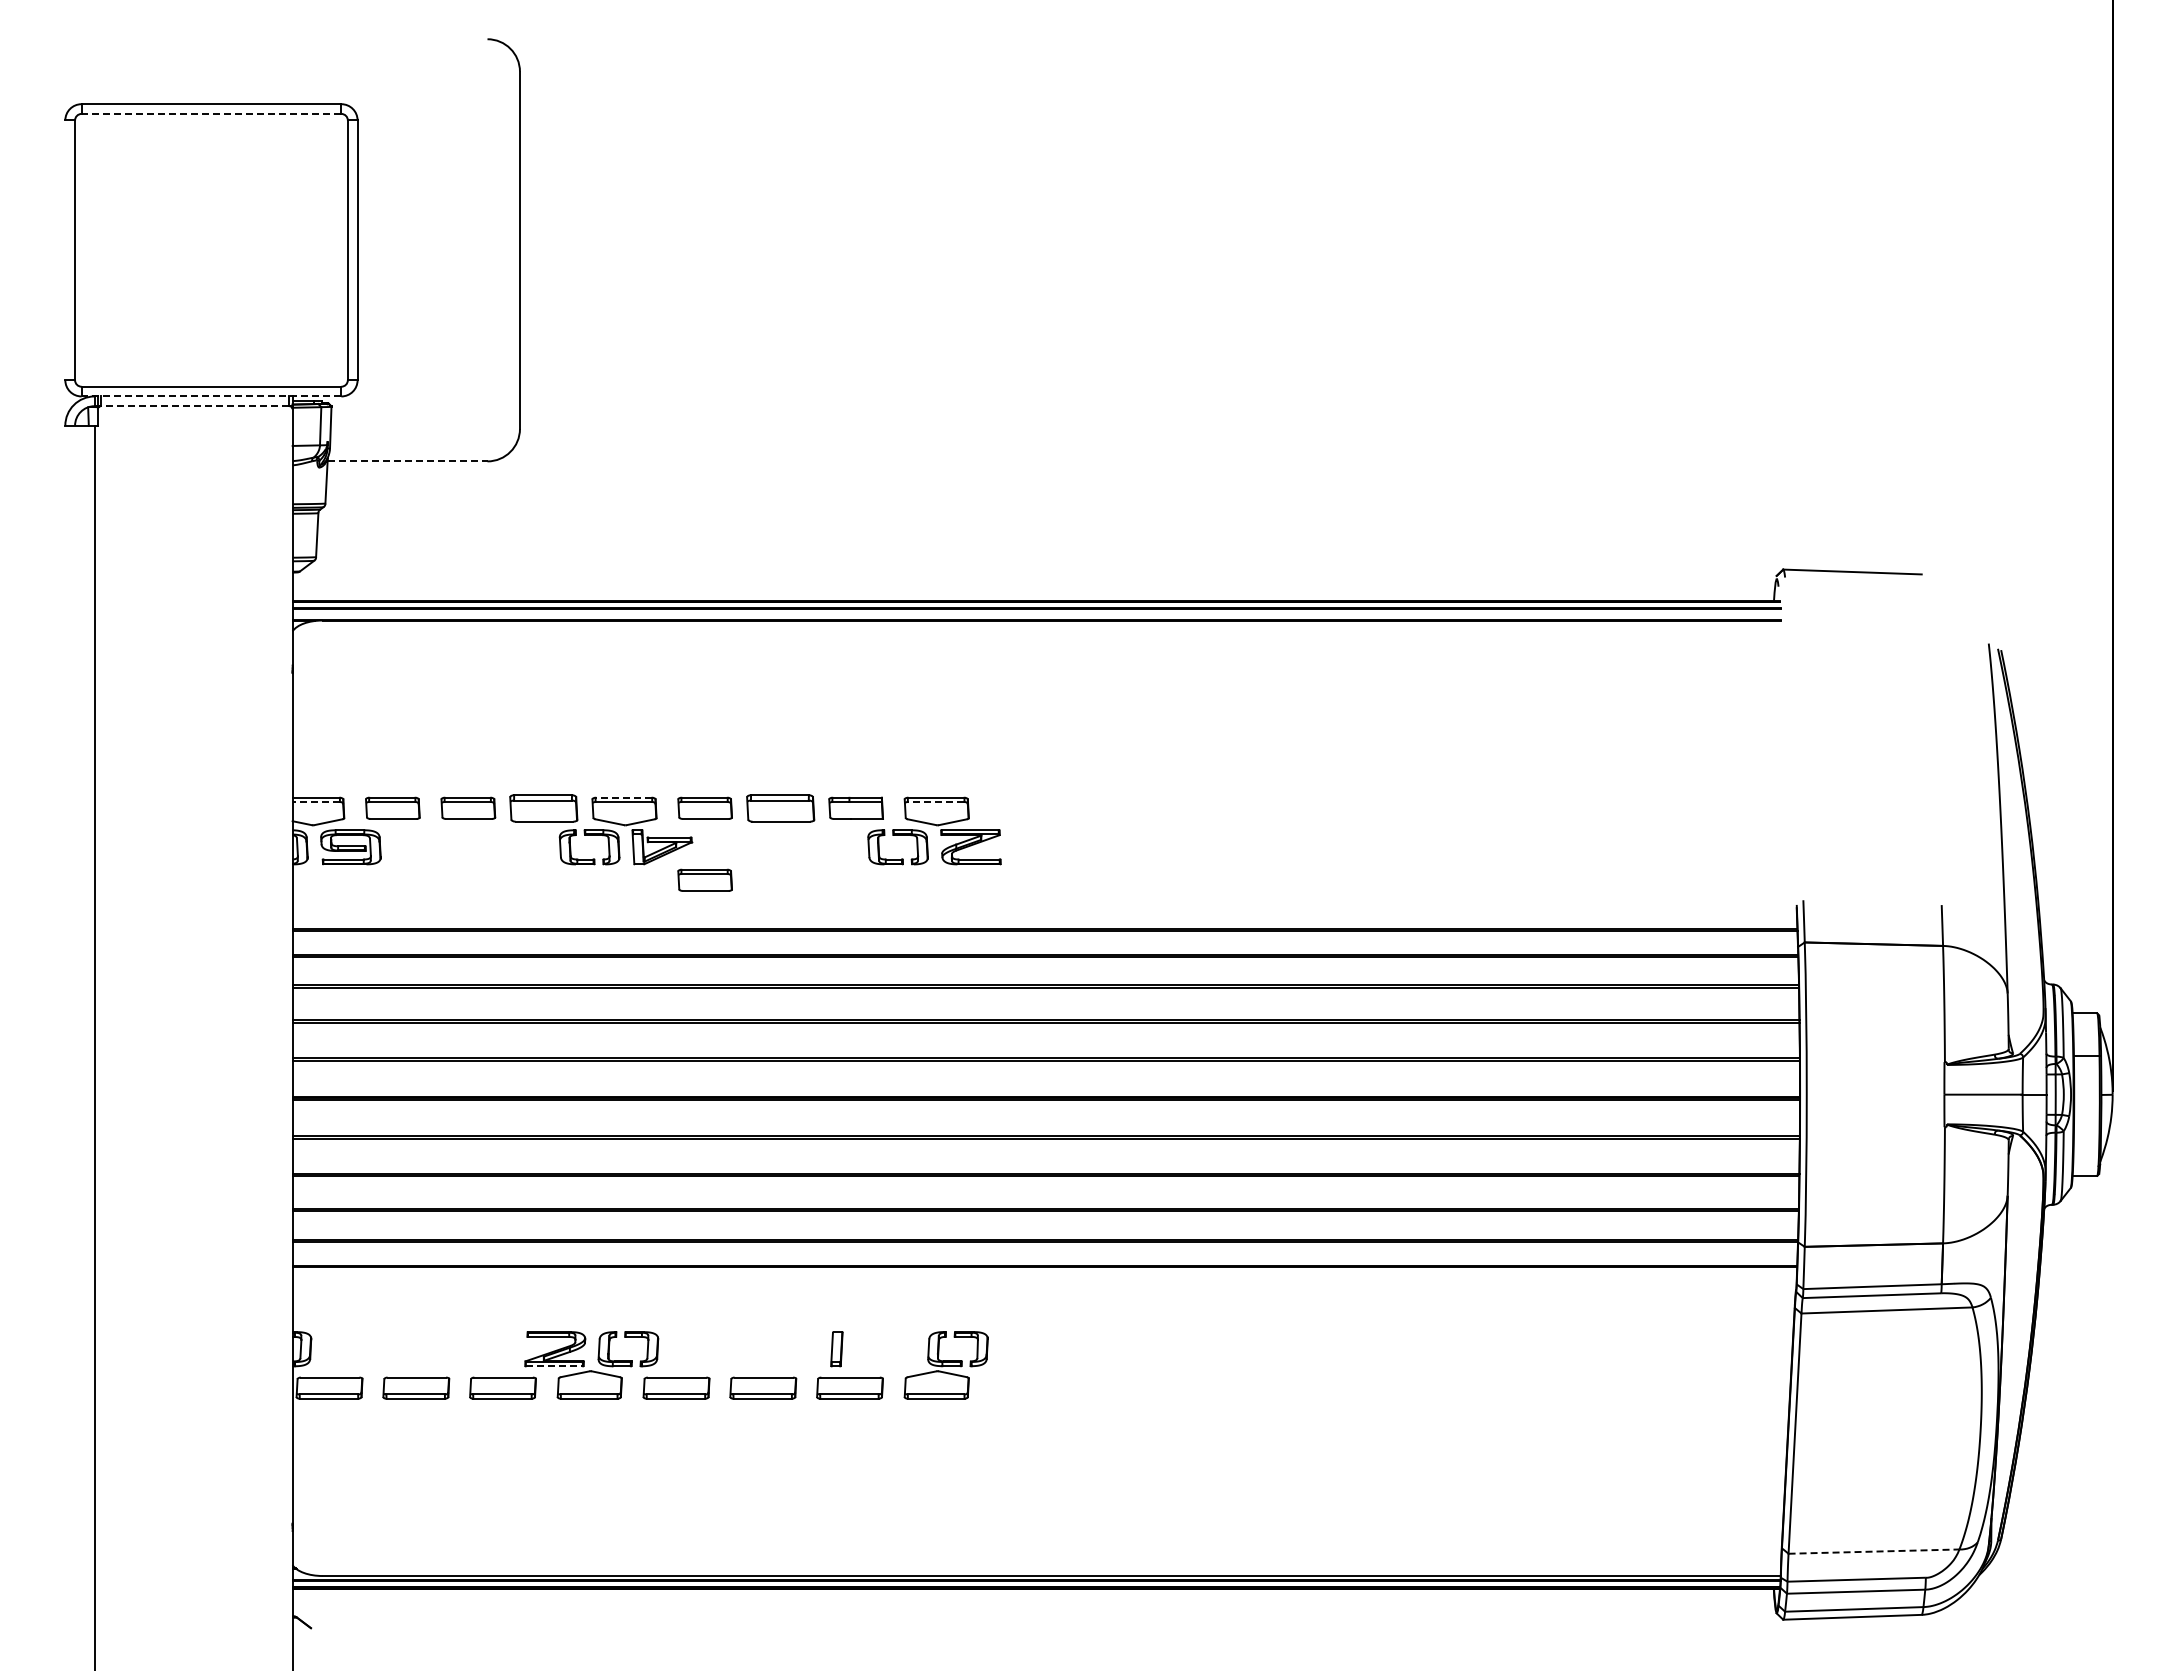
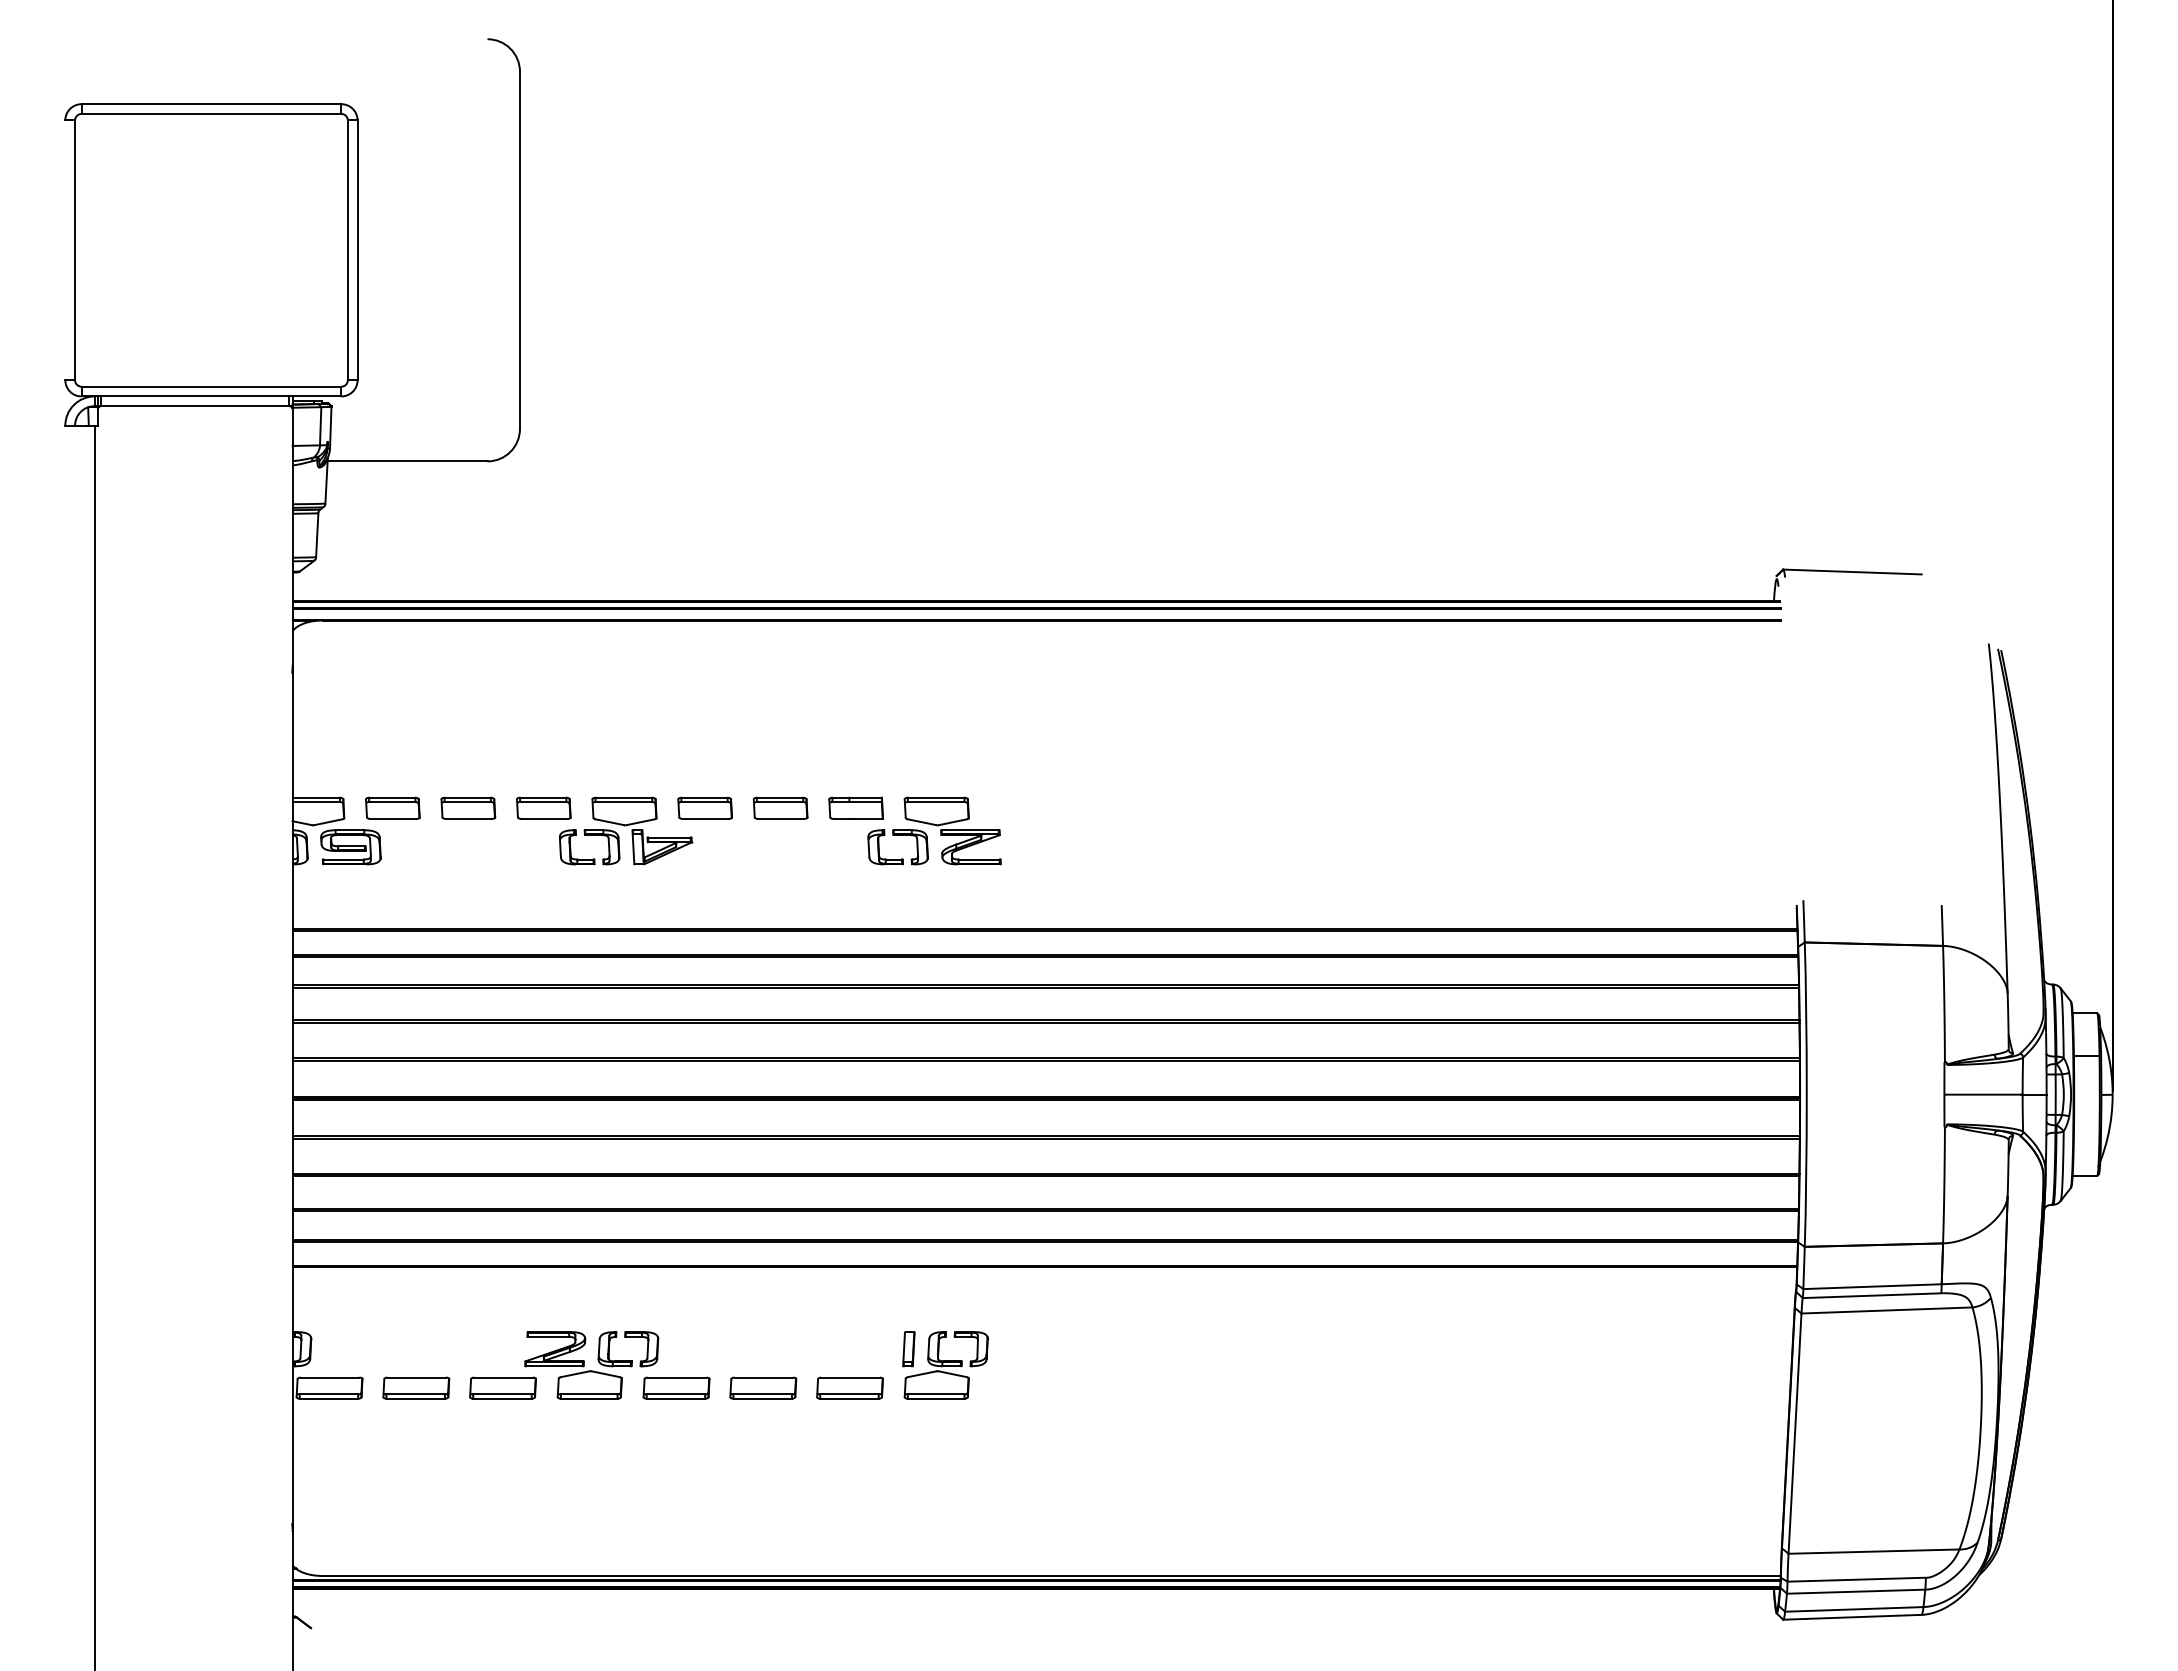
line at (211, 113): dashed -> solid
line at (211, 396): dashed -> solid
line at (194, 406): dashed -> solid
line at (407, 461): dashed -> solid
line at (623, 797): dashed -> solid
line at (316, 802): dashed -> solid
line at (935, 802): dashed -> solid
part at (543, 808) size: 70x29 px -> 56x24 px
part at (780, 808) size: 70x29 px -> 57x24 px
part at (704, 879): present -> none
part at (836, 1349) position: (836, 1349) -> (908, 1349)
line at (554, 1366): dashed -> solid
line at (1874, 1551): dashed -> solid
